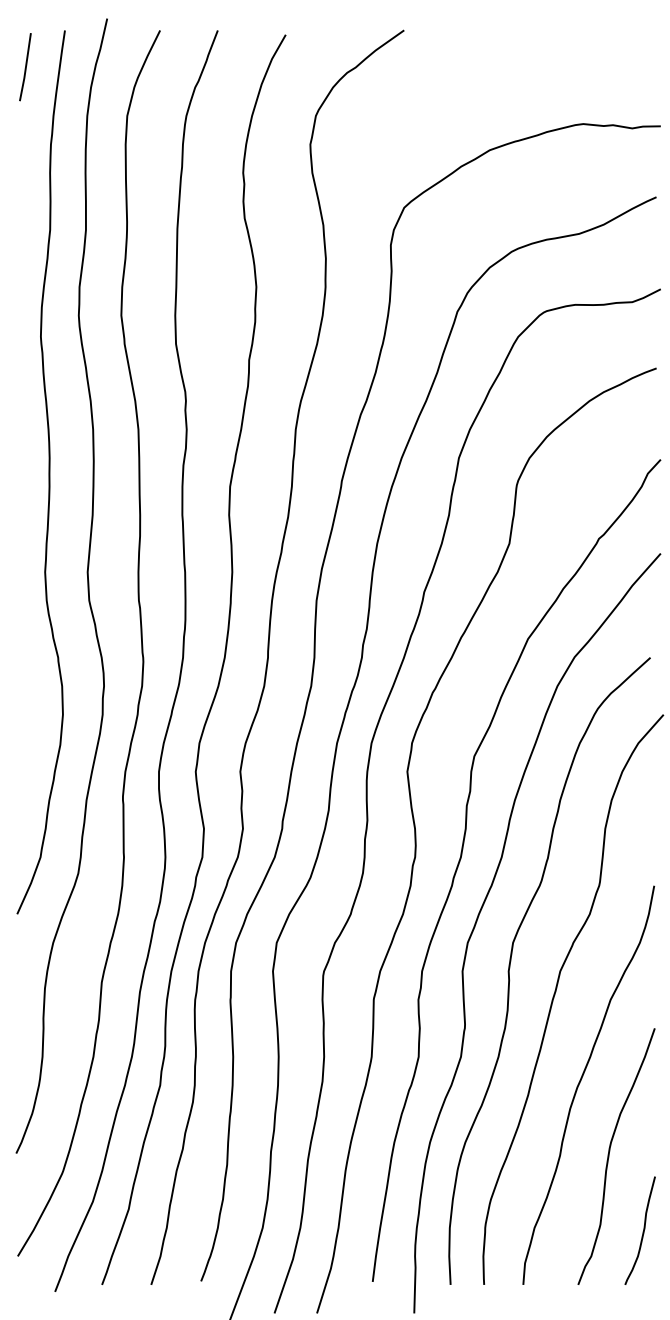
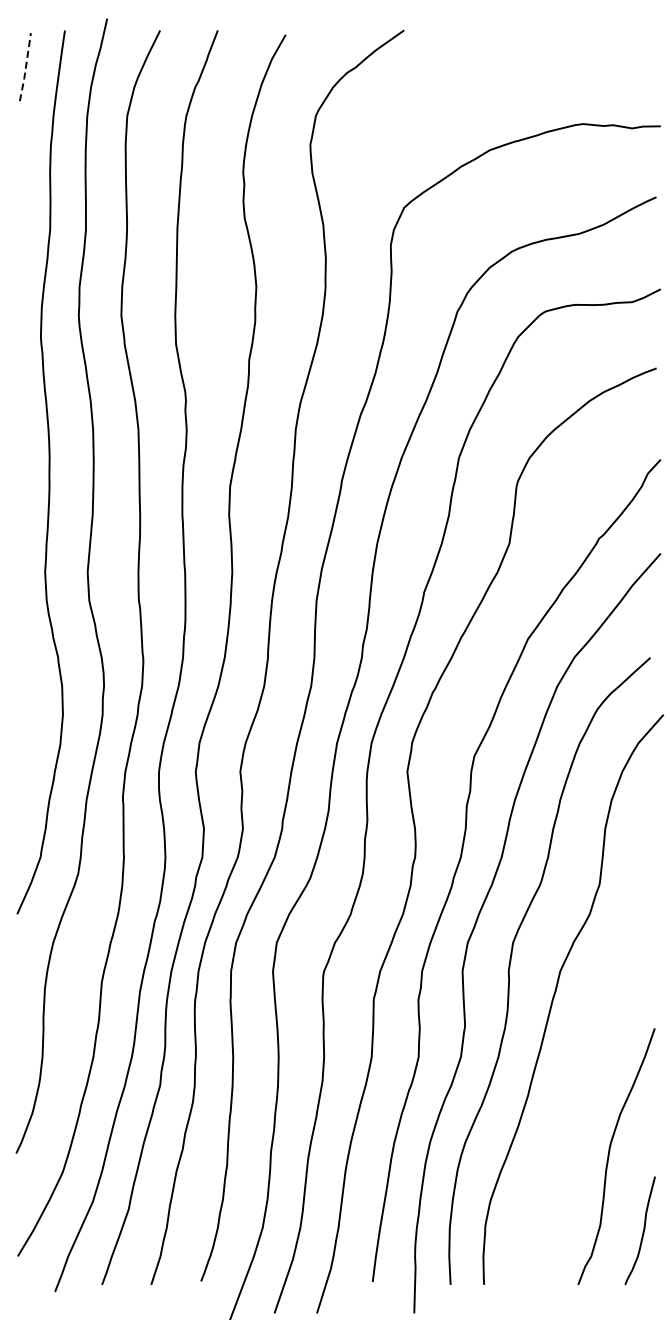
line at (25, 67): solid -> dashed
curve at (581, 1081): present -> none
